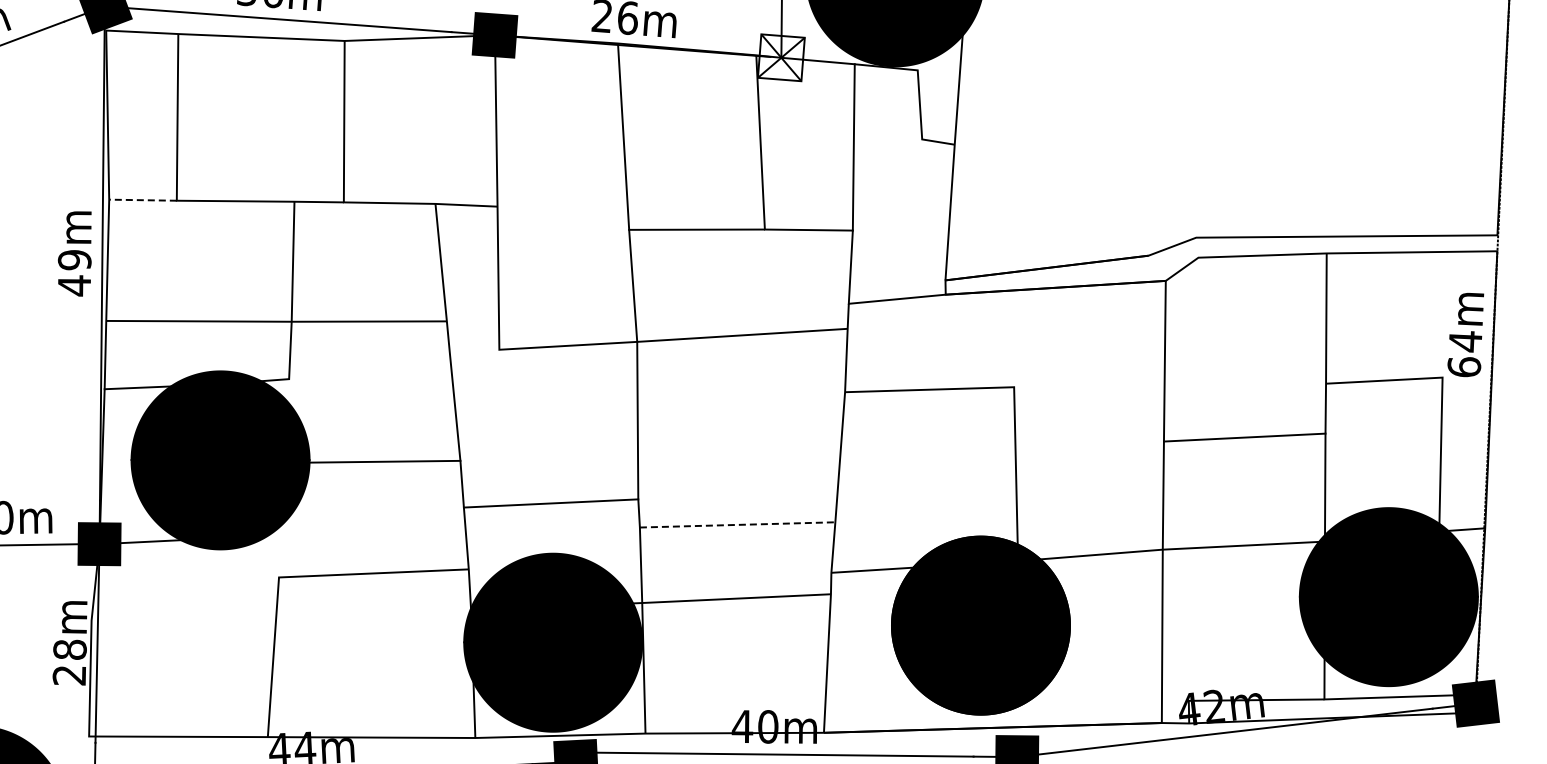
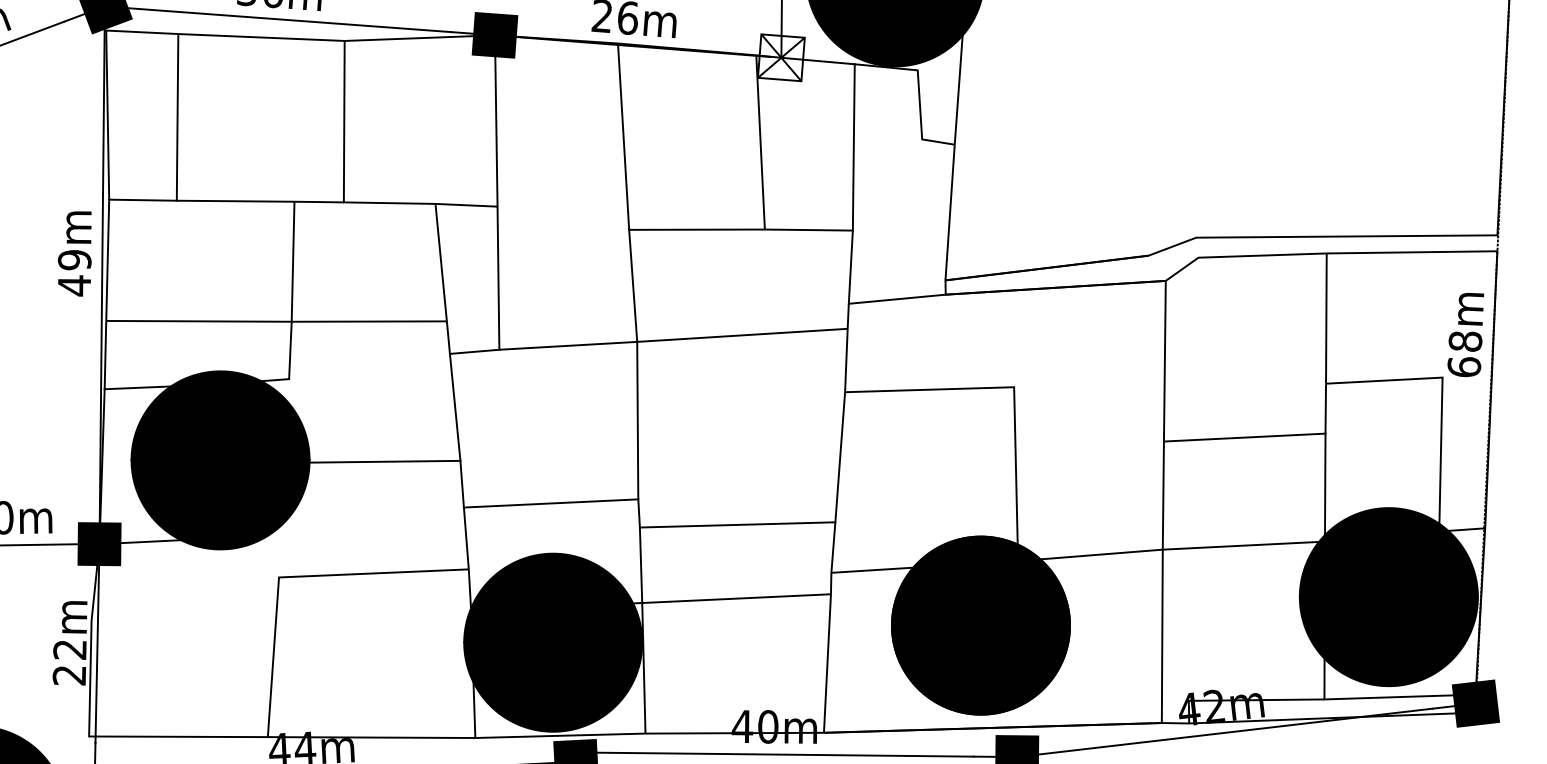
line at (143, 200): dashed -> solid
text at (1465, 341): 64m -> 68m
line at (474, 351): none -> present
line at (737, 524): dashed -> solid
text at (69, 649): 28m -> 22m
